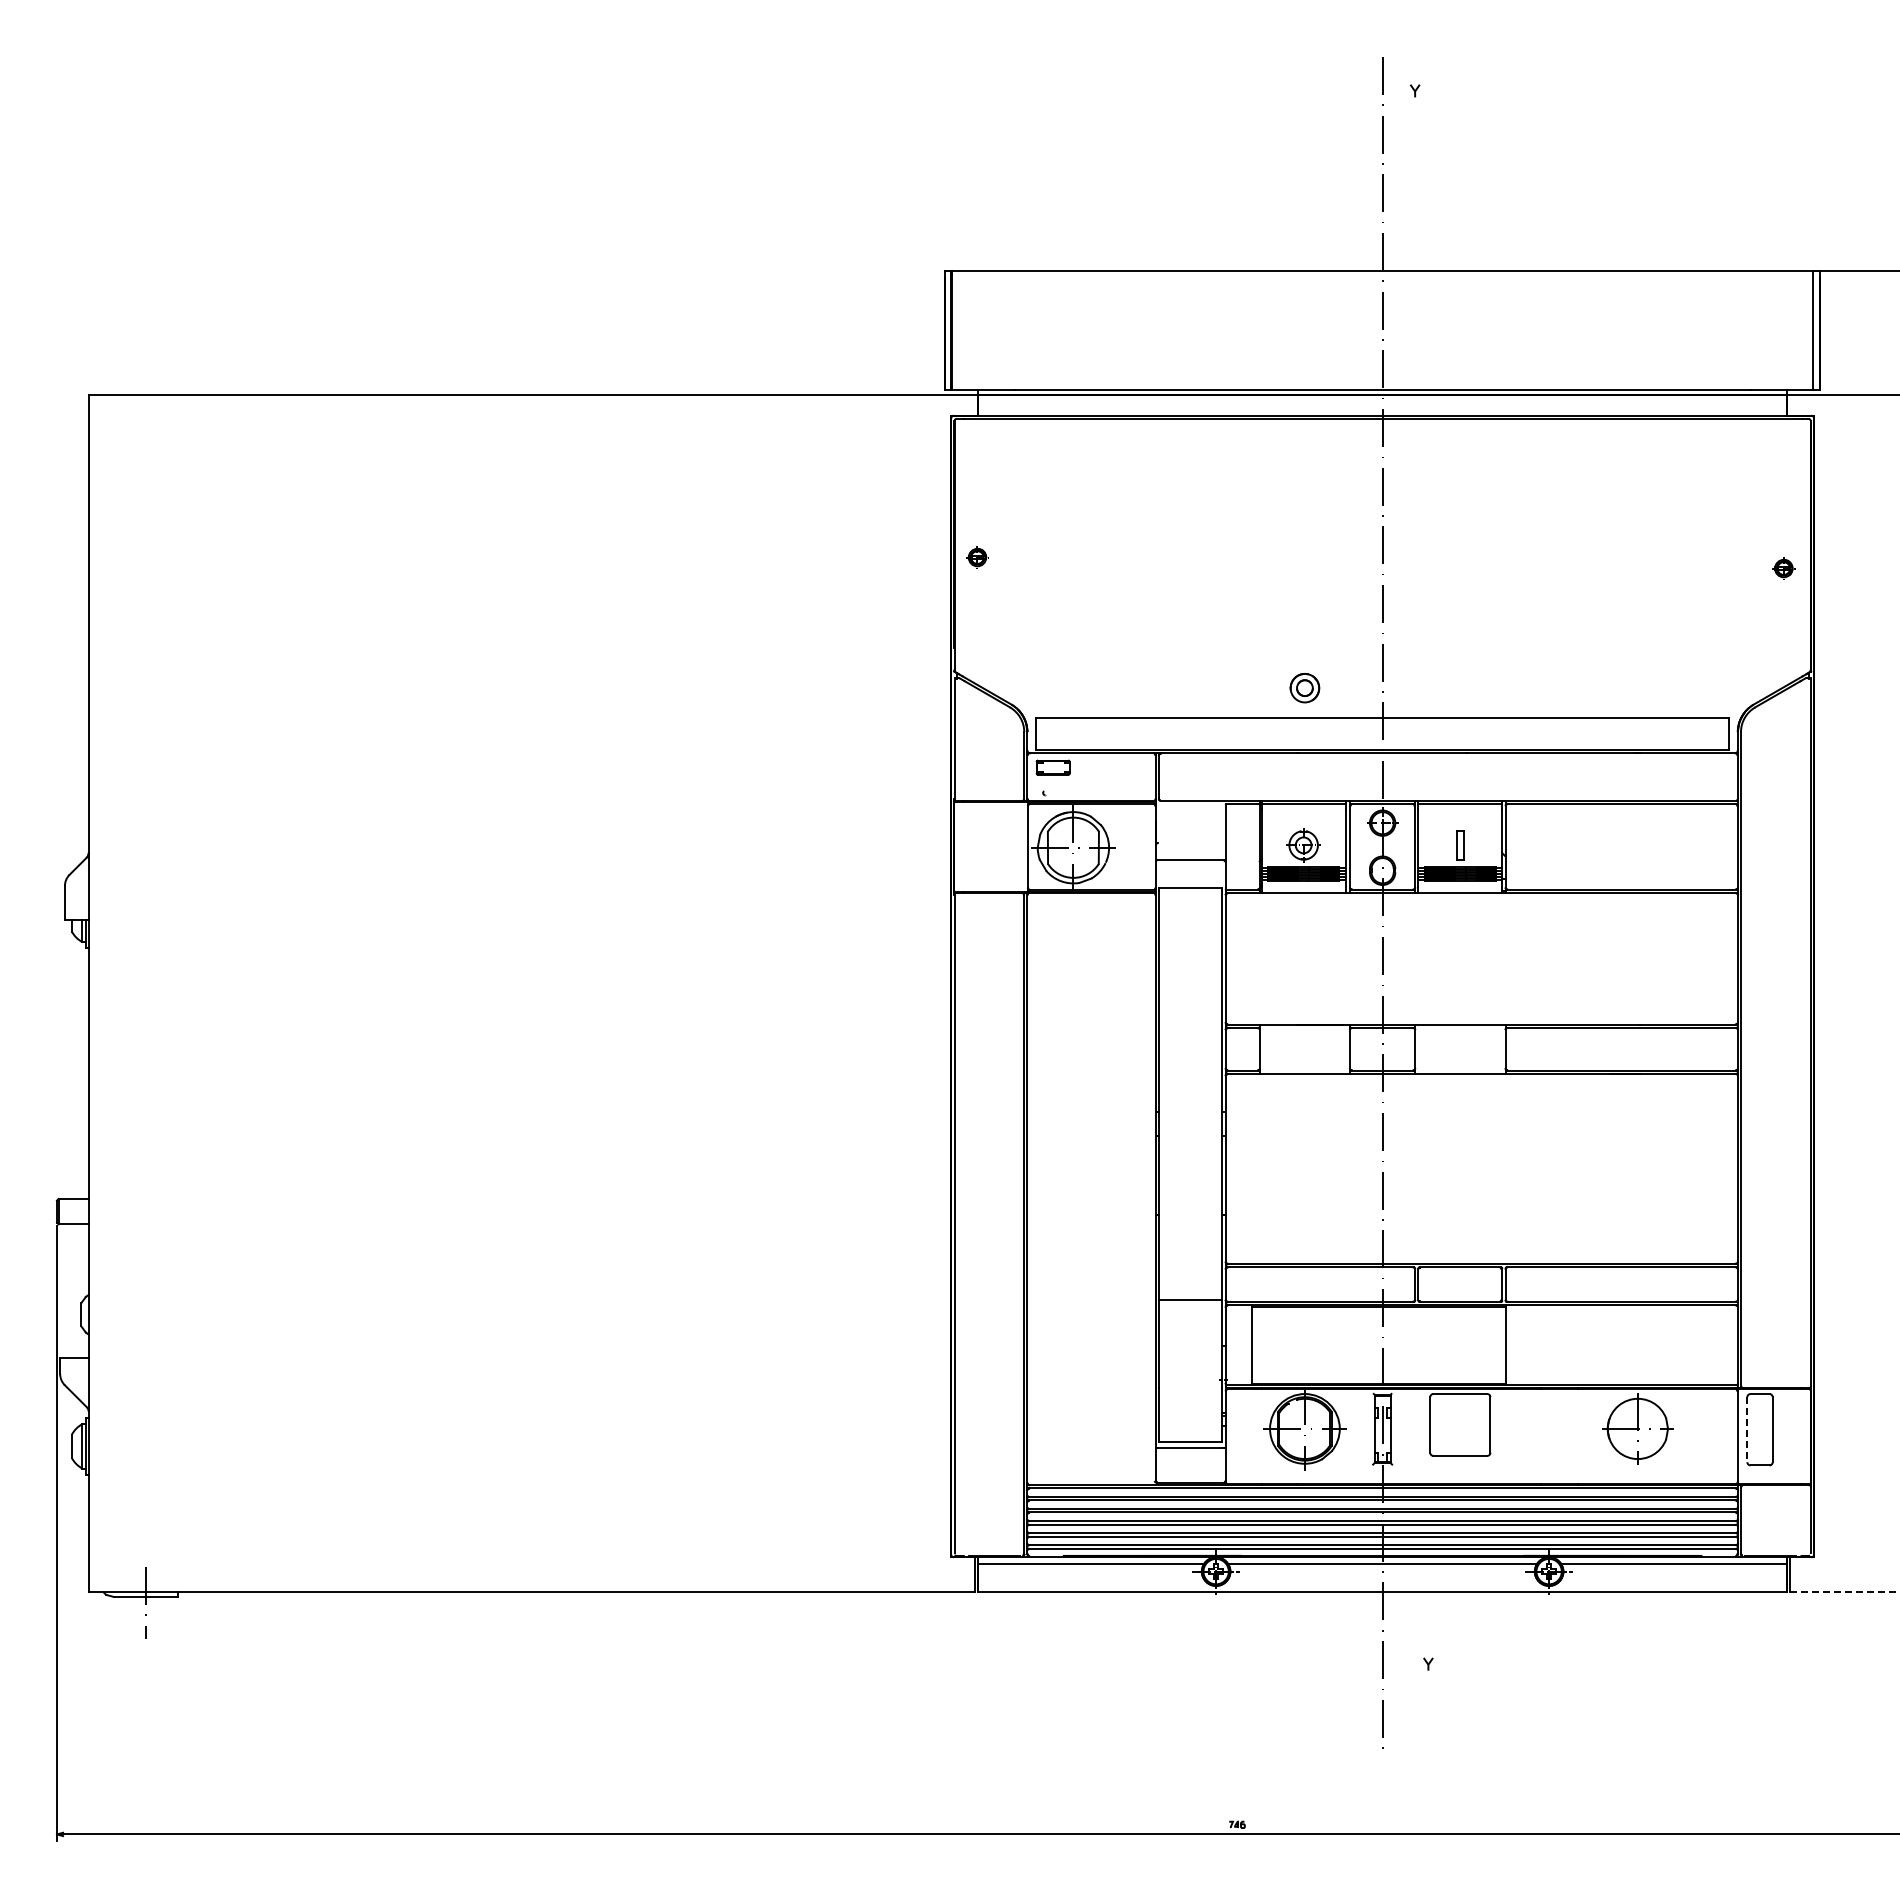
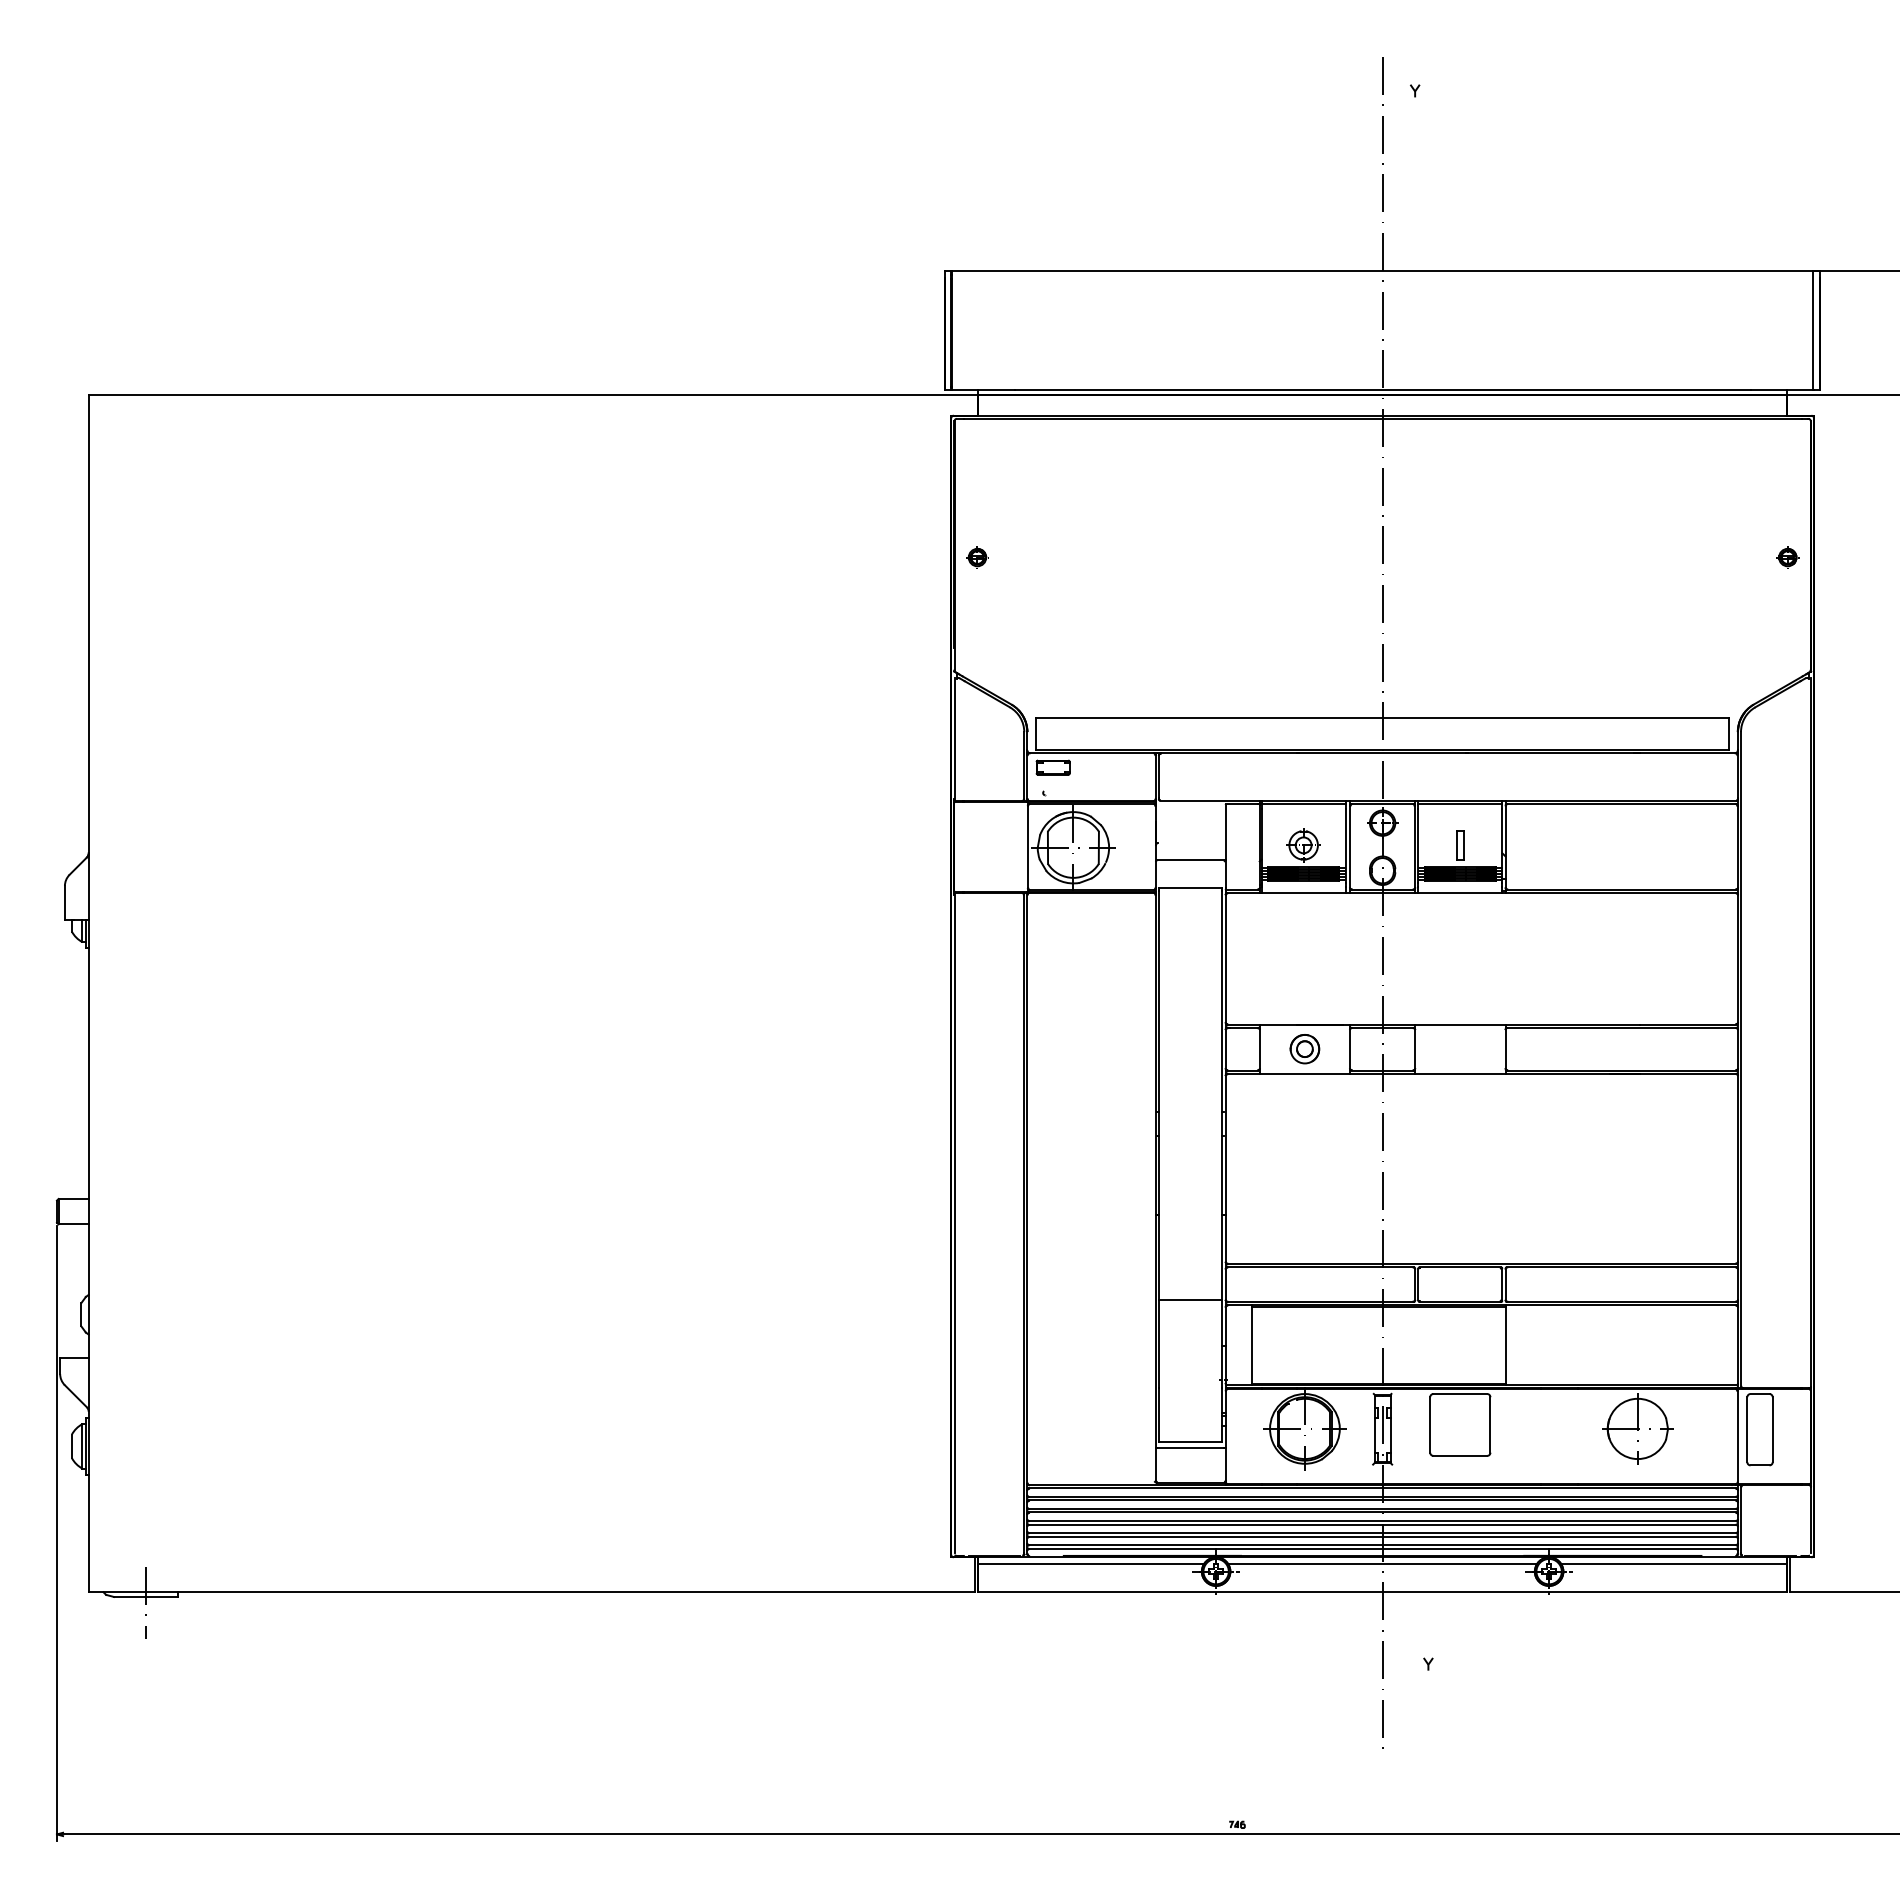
part at (1783, 568) position: (1783, 568) -> (1787, 557)
part at (1304, 688) position: (1304, 688) -> (1304, 1049)
line at (1747, 1429): dashed -> solid
line at (1845, 1592): dashed -> solid
